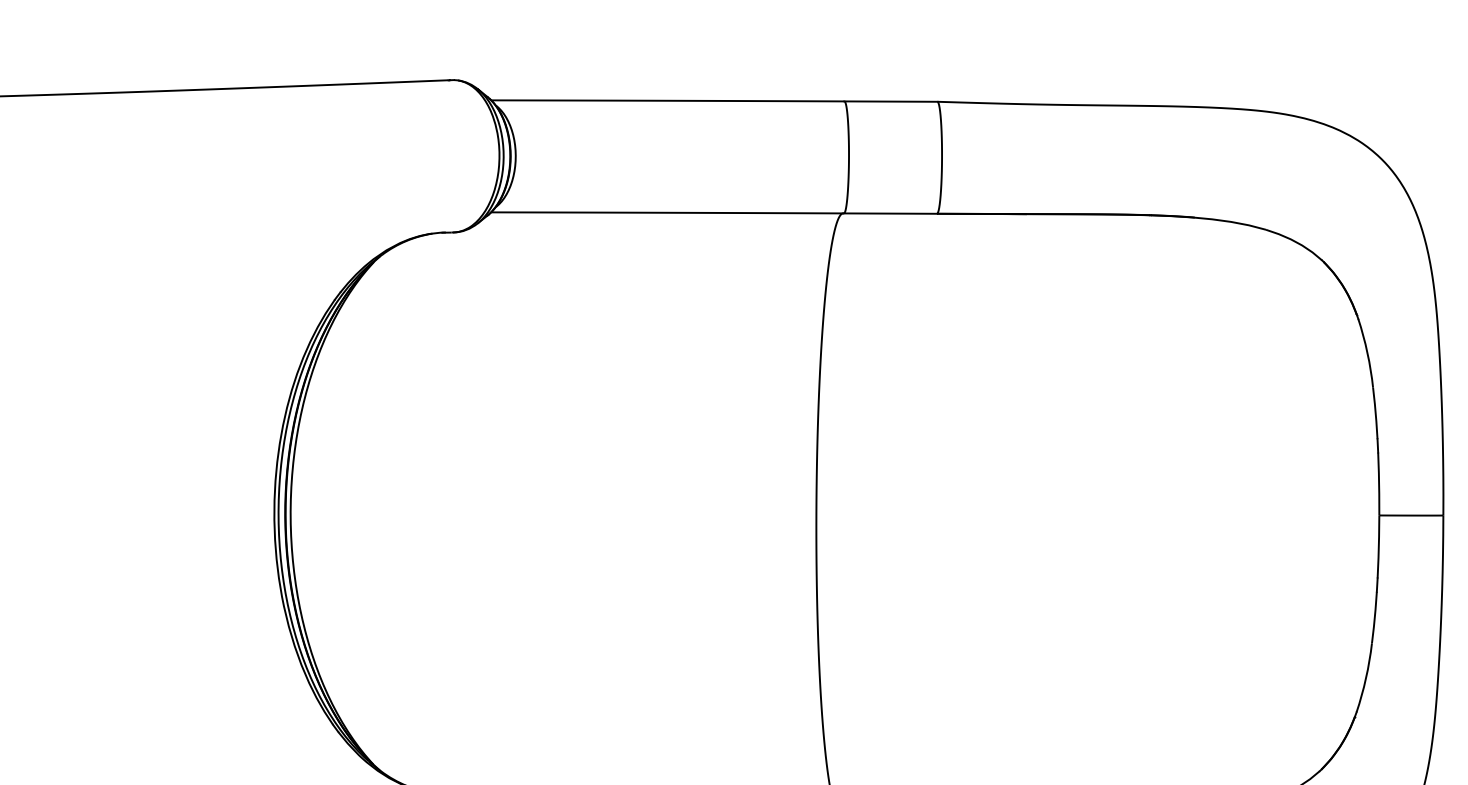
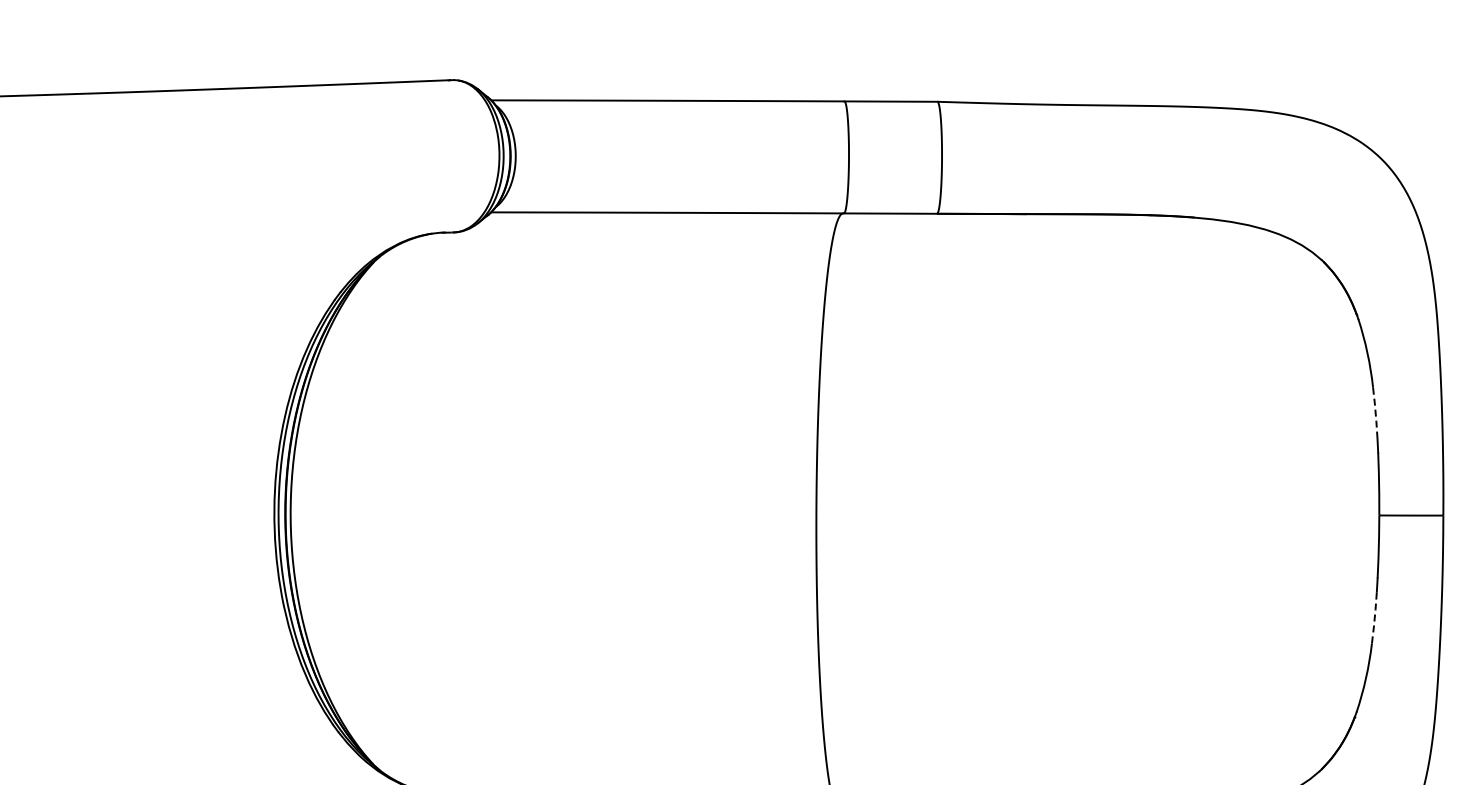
line at (1375, 413): solid -> dashed
line at (1374, 617): solid -> dashed
